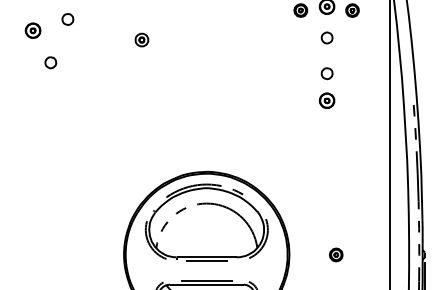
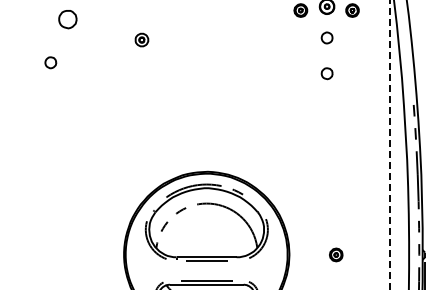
part at (67, 19) size: 14x13 px -> 20x20 px
part at (32, 30): present -> none
part at (326, 100): present -> none
line at (390, 145): solid -> dashed
